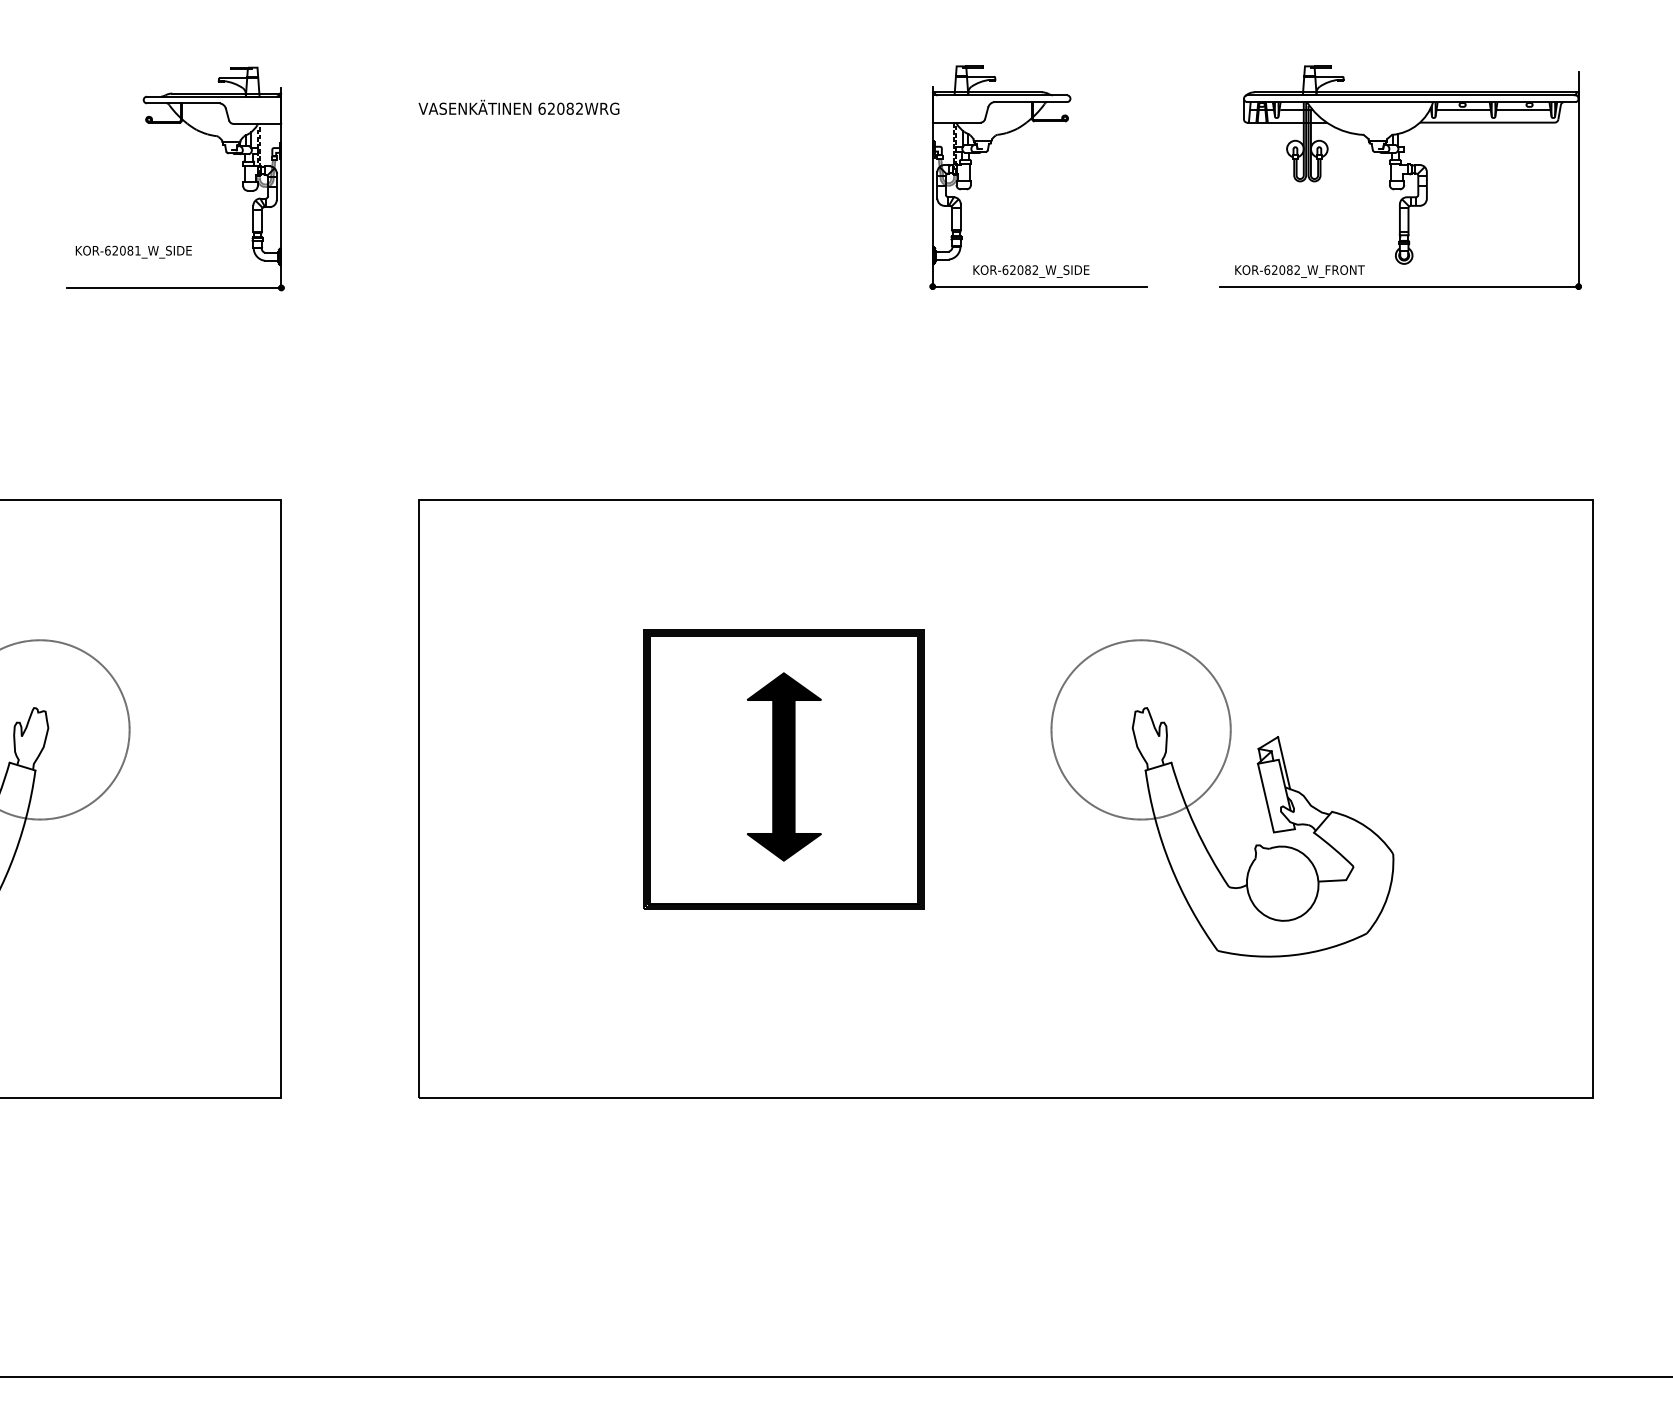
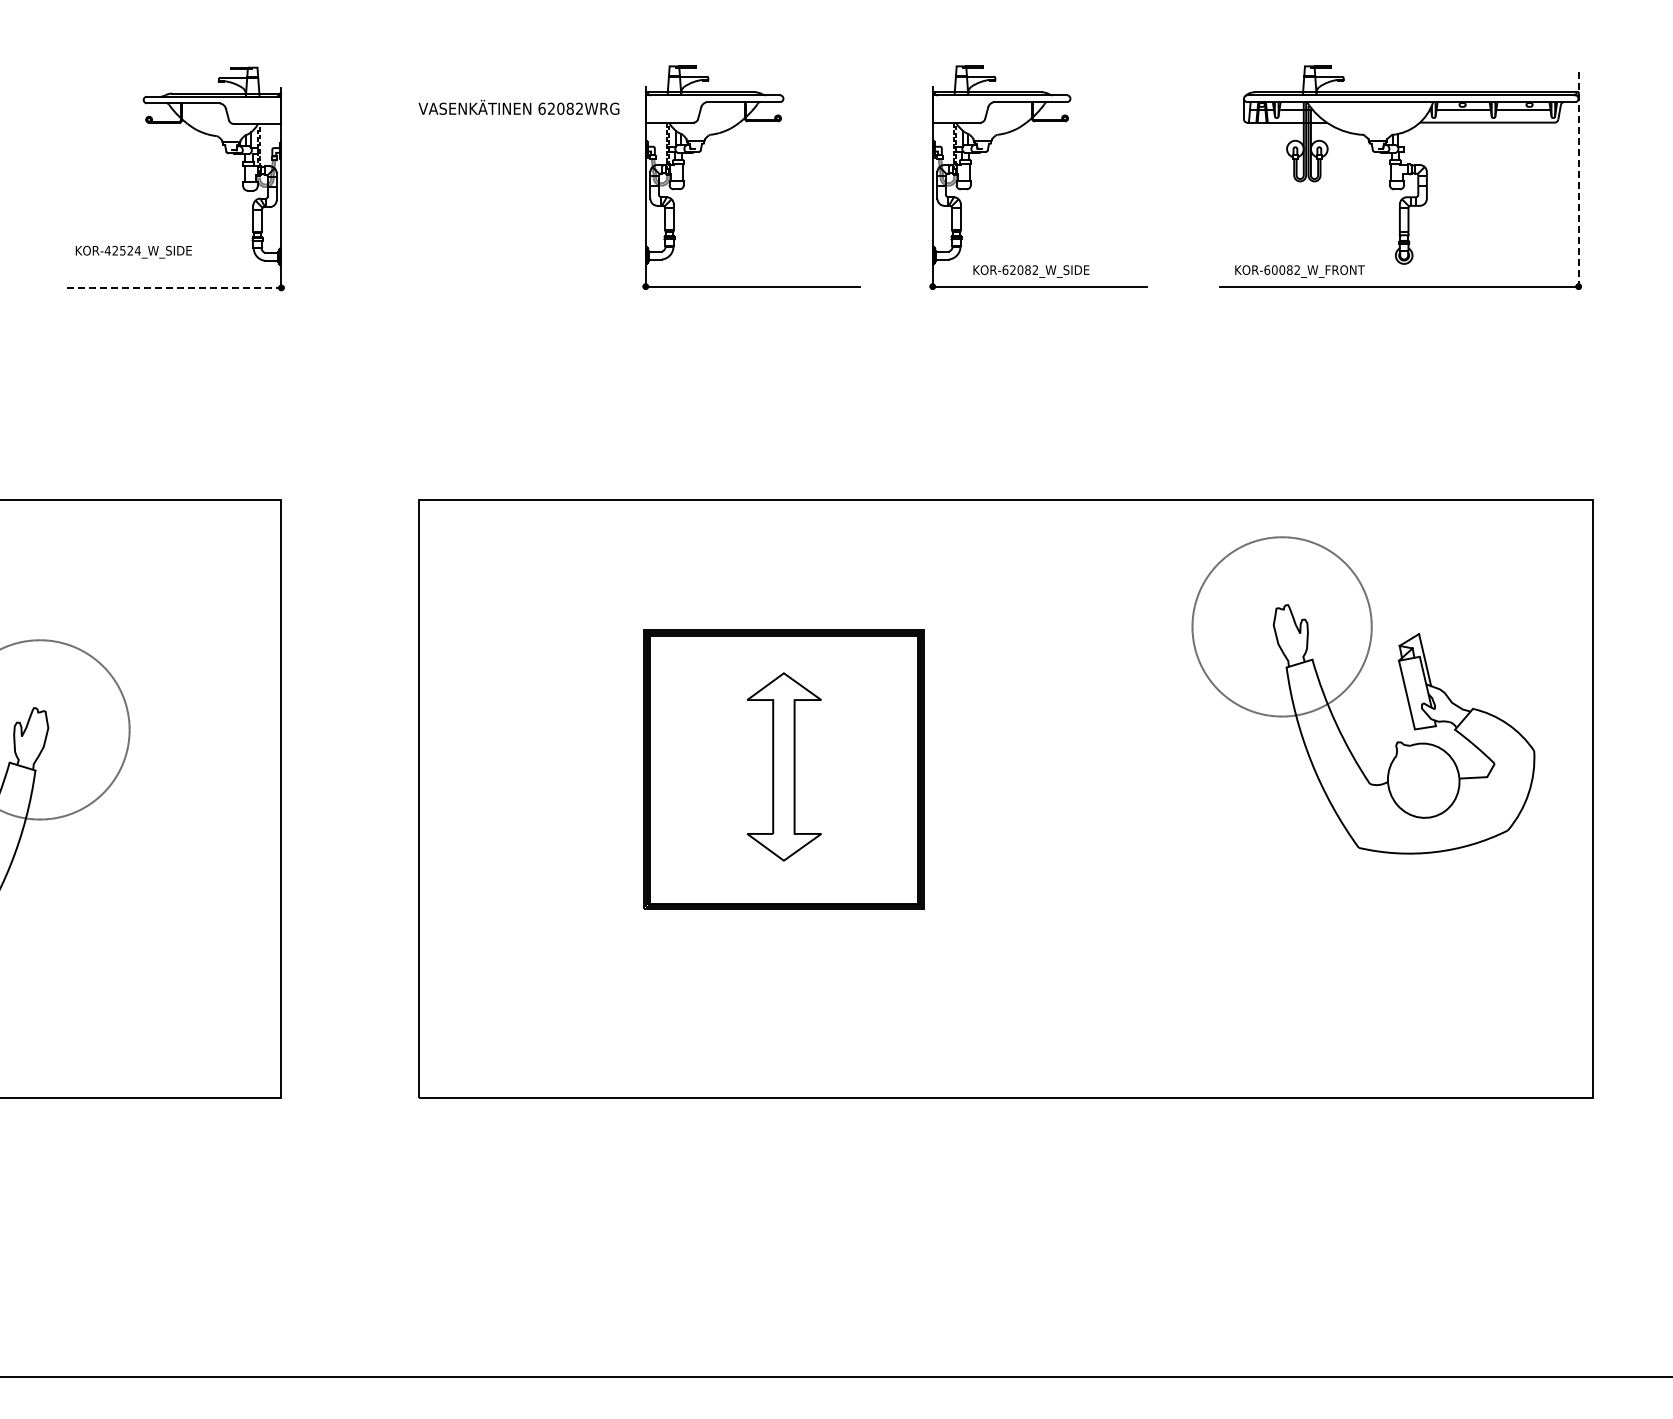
part at (727, 131): none -> present
line at (1578, 179): solid -> dashed
text at (122, 250): KOR-62081_W_SIDE -> KOR-42524_W_SIDE
text at (1274, 269): KOR-62082_W_FRONT -> KOR-60082_W_FRONT
line at (174, 287): solid -> dashed
fill at (784, 766): present -> none
part at (1210, 788) position: (1210, 788) -> (1351, 685)
